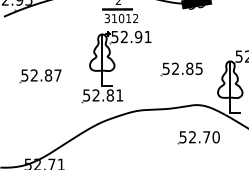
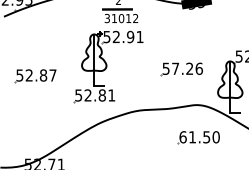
part at (116, 66) position: (116, 66) -> (108, 66)
text at (187, 68): 52.85 -> 57.26
part at (40, 76) position: (40, 76) -> (35, 76)
text at (194, 137): 52.70 -> 61.50
